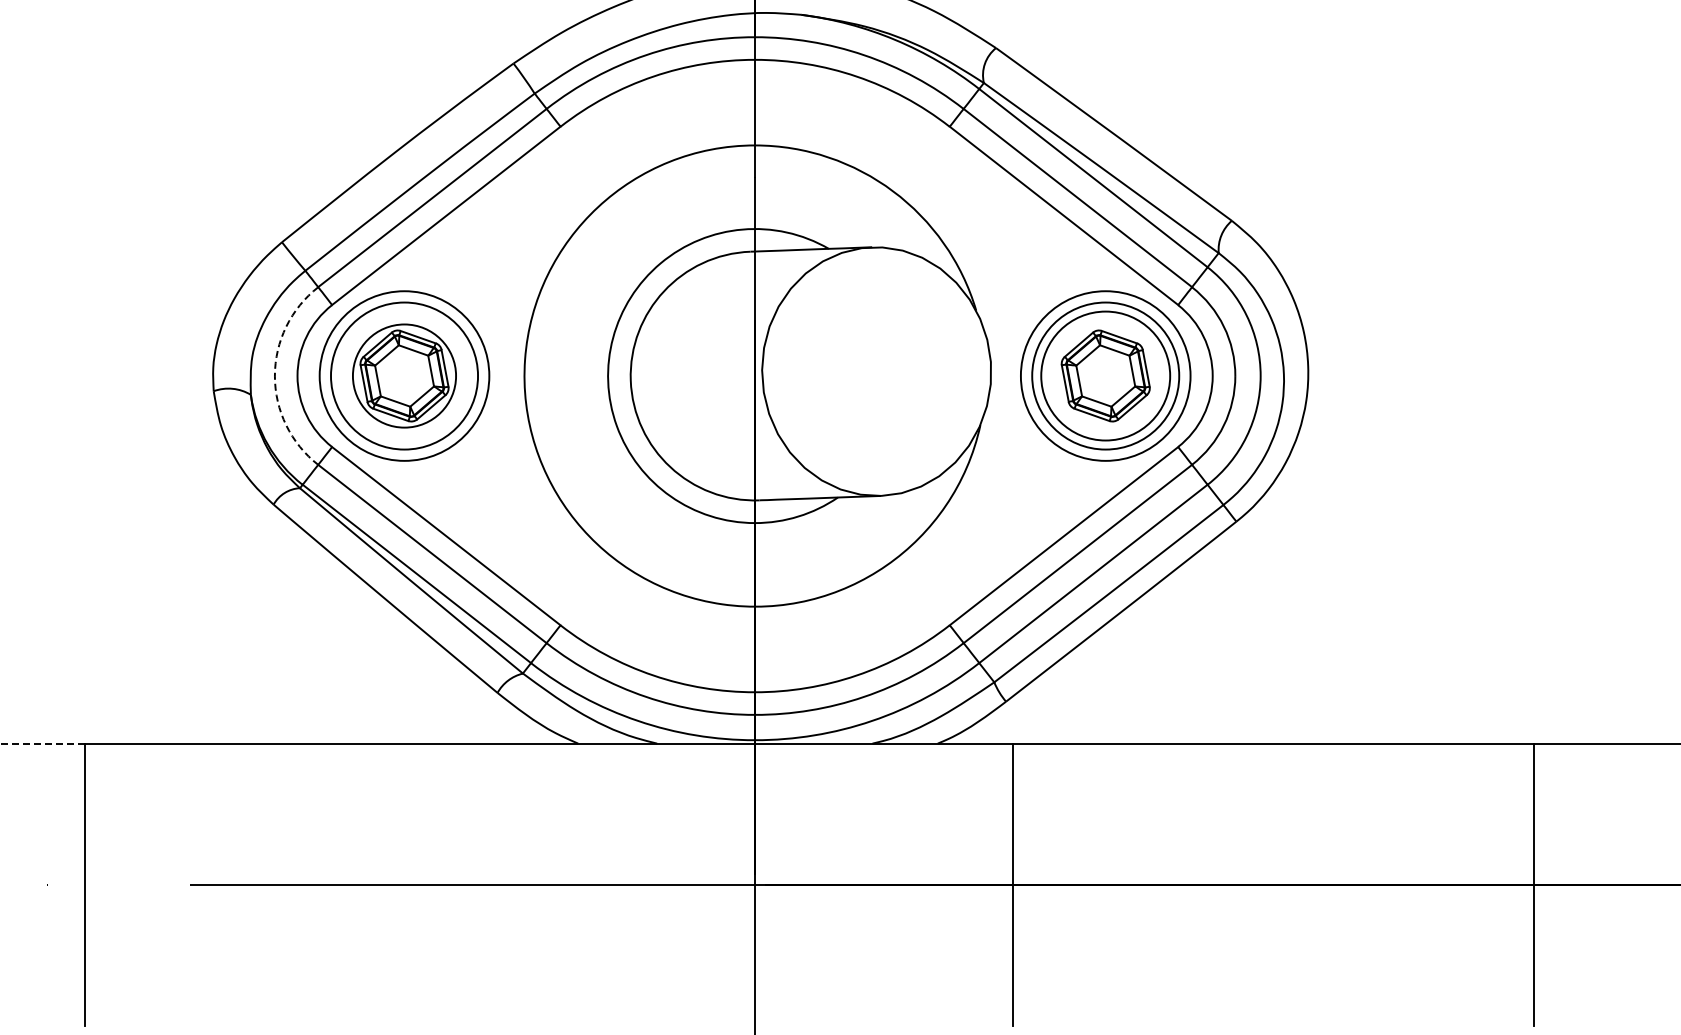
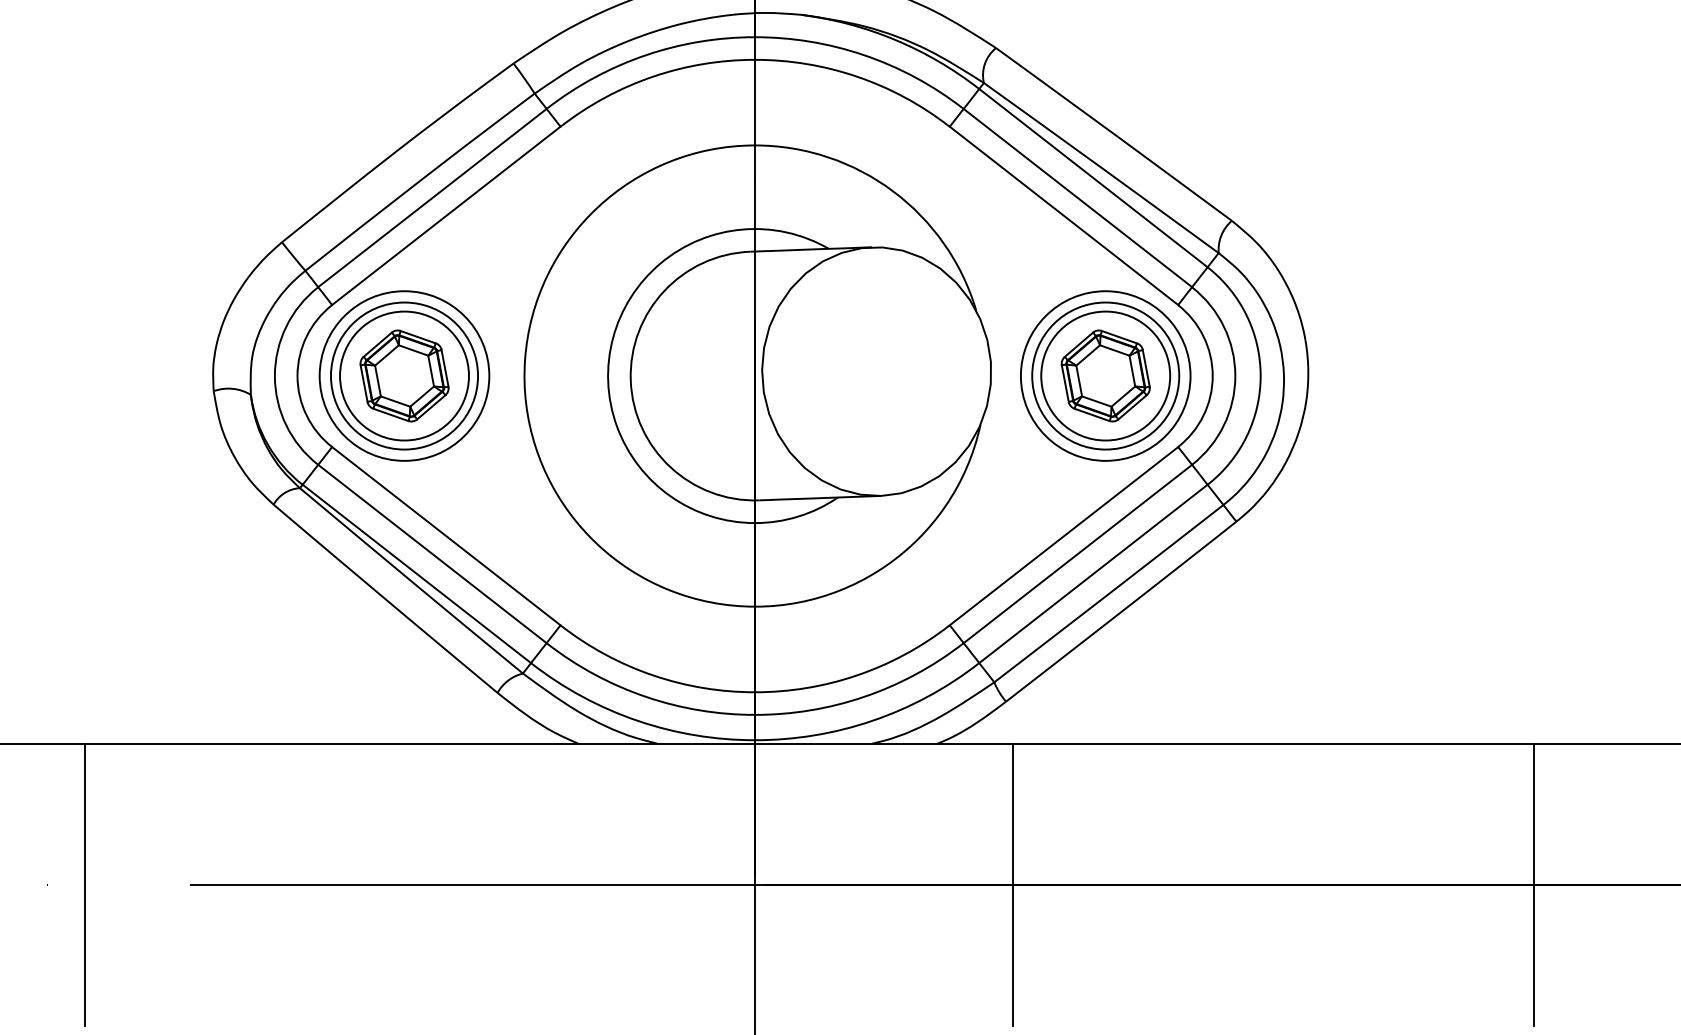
circle at (404, 375) diameter: 103 px -> 129 px
arc at (274, 376): dashed -> solid
line at (42, 743): dashed -> solid
